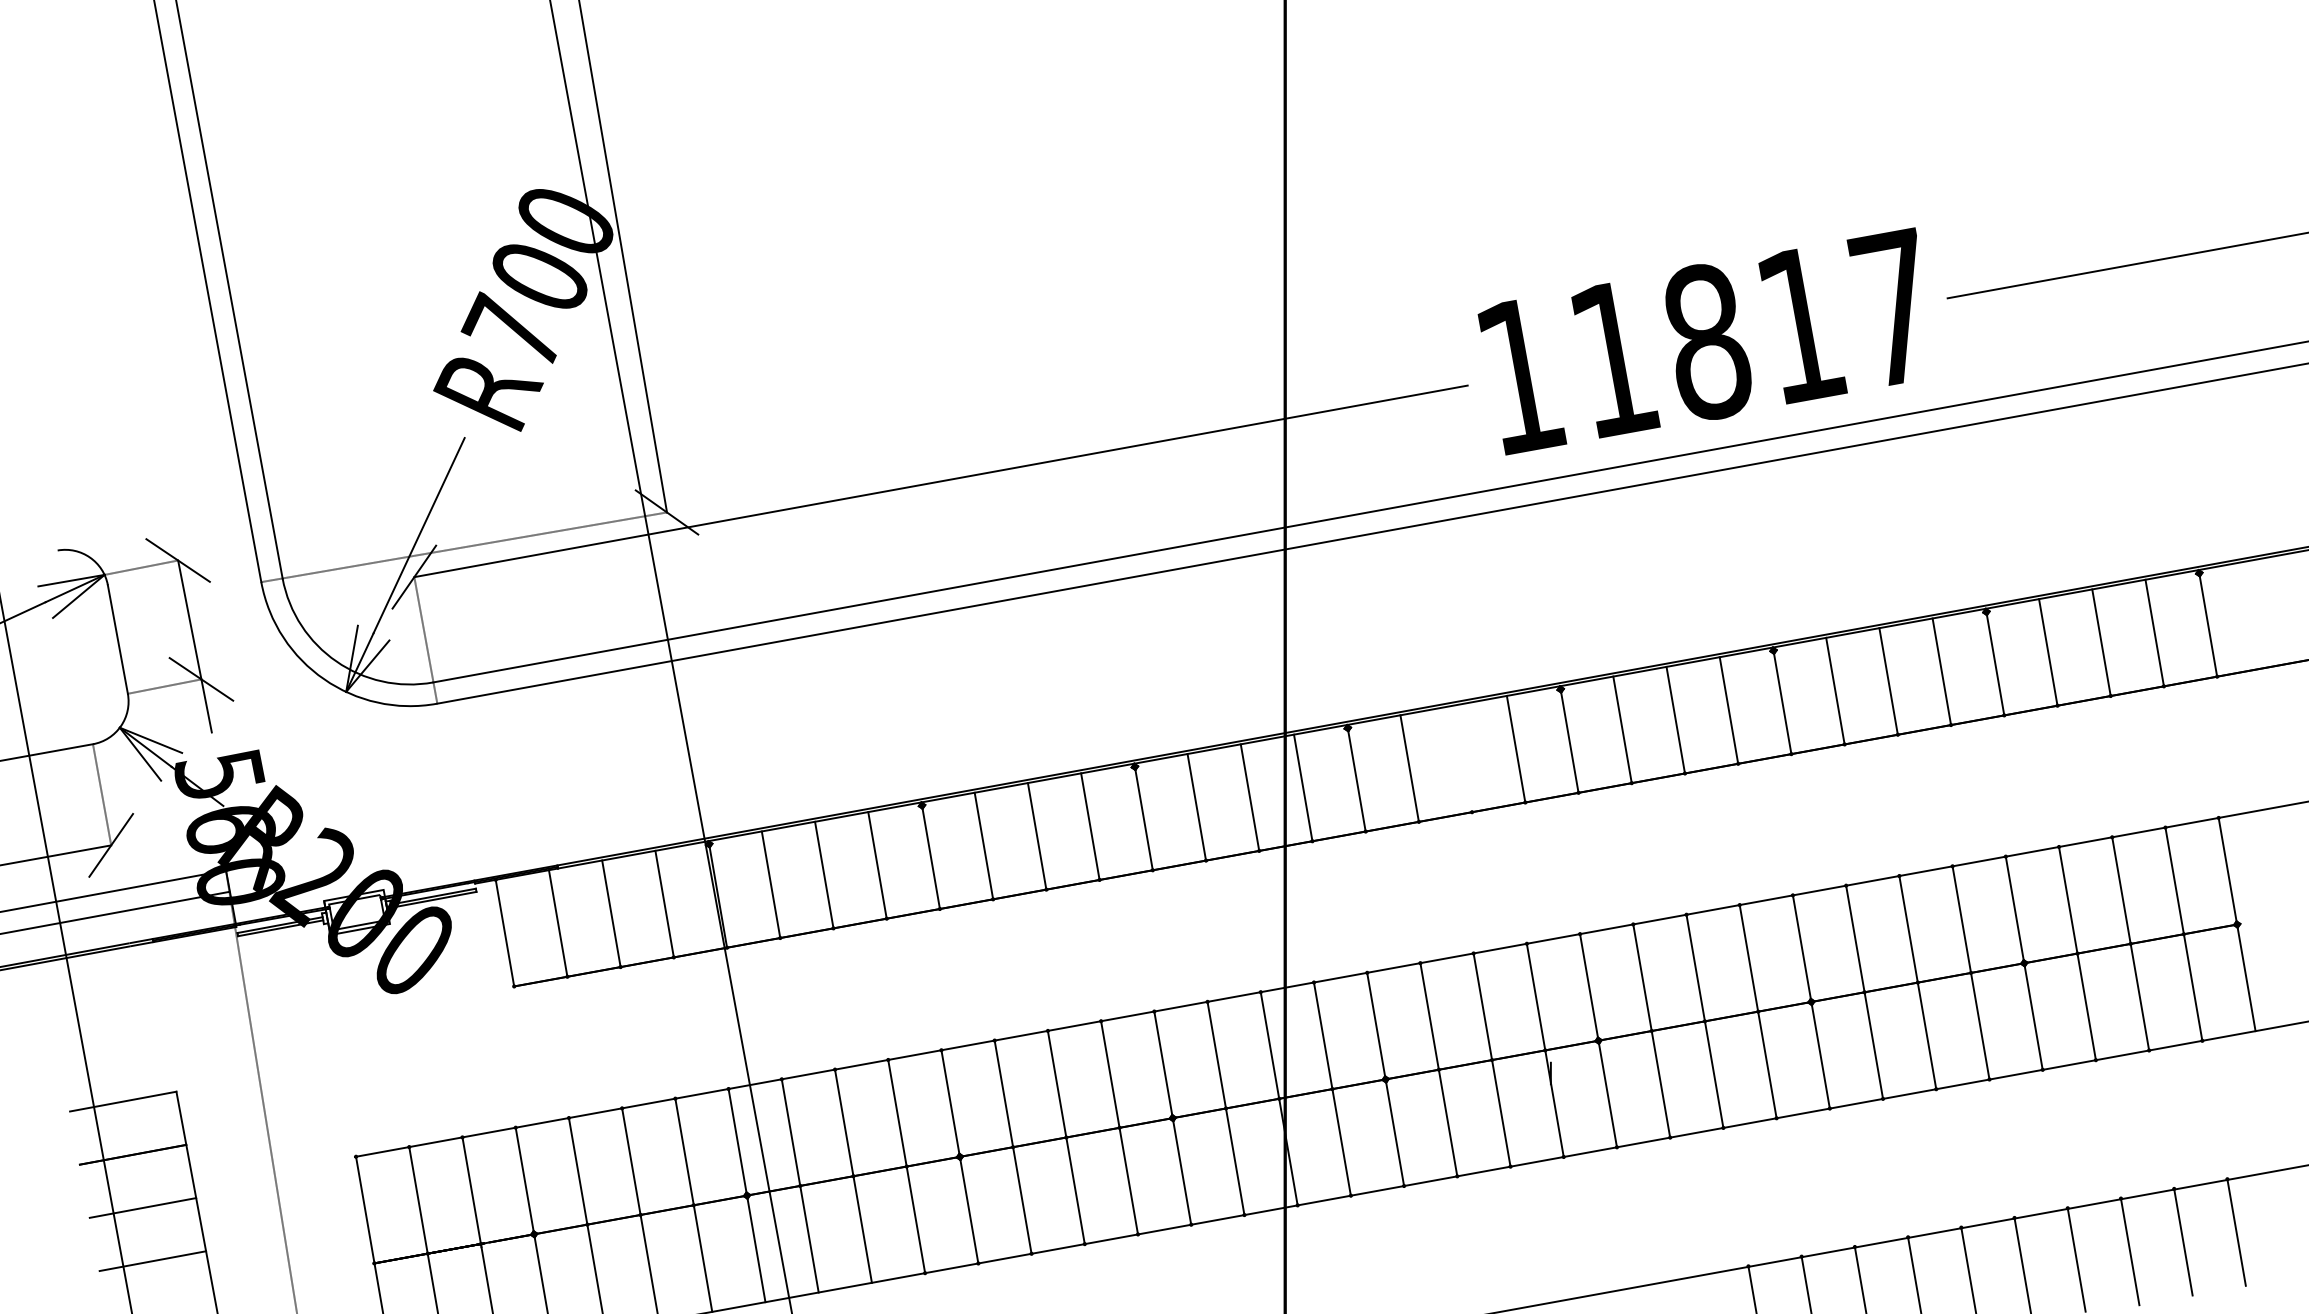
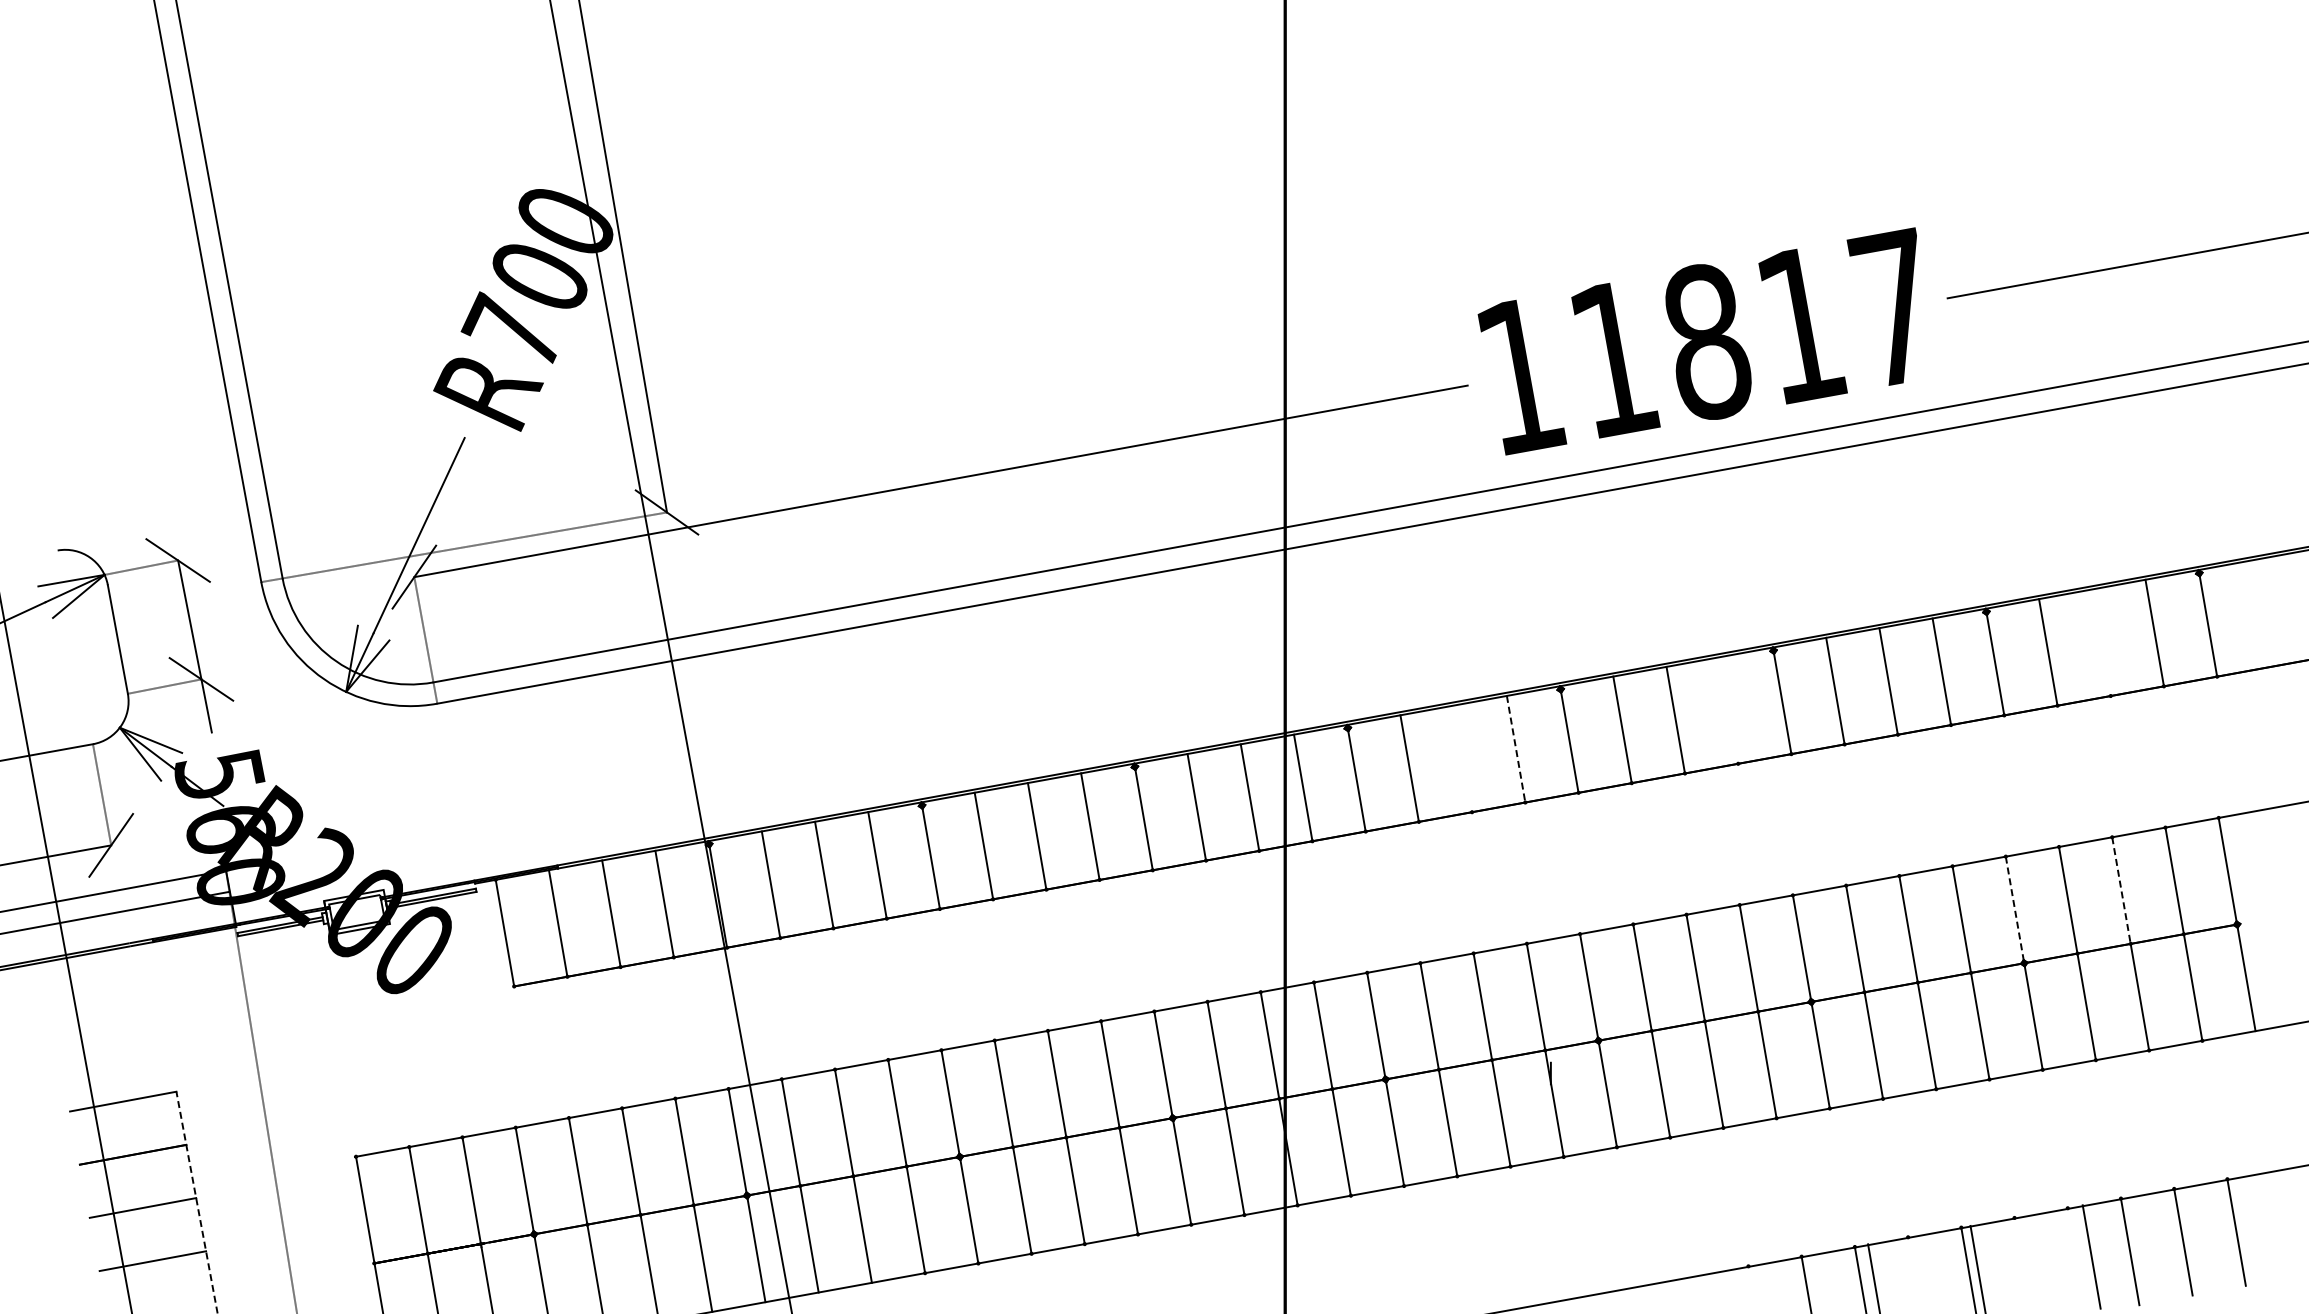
line at (2101, 642): present -> none
line at (1728, 710): present -> none
line at (1516, 749): solid -> dashed
line at (2121, 891): solid -> dashed
line at (2014, 908): solid -> dashed
line at (197, 1202): solid -> dashed
line at (2076, 1259) position: (2076, 1259) -> (2091, 1256)
line at (2022, 1263) position: (2022, 1263) -> (1977, 1267)
line at (1914, 1273) position: (1914, 1273) -> (1873, 1277)
line at (1752, 1288): present -> none
